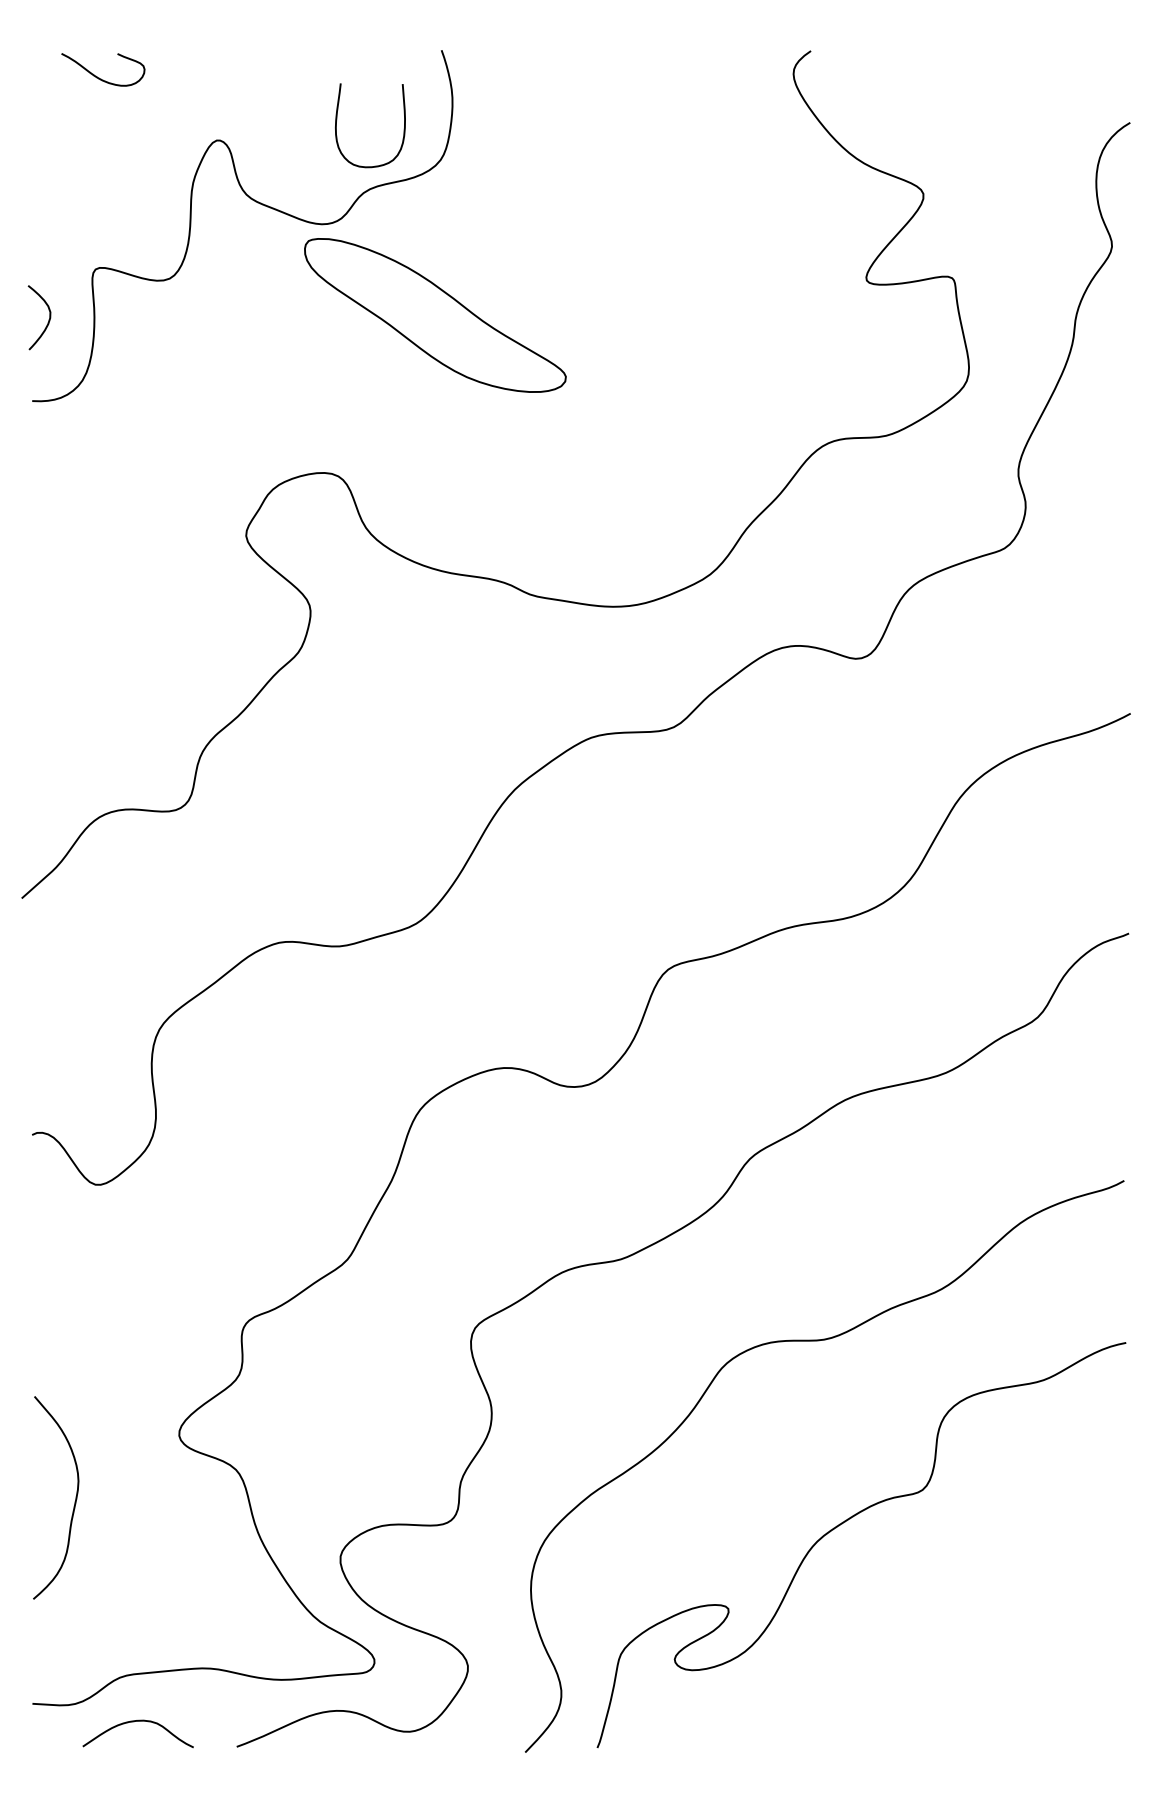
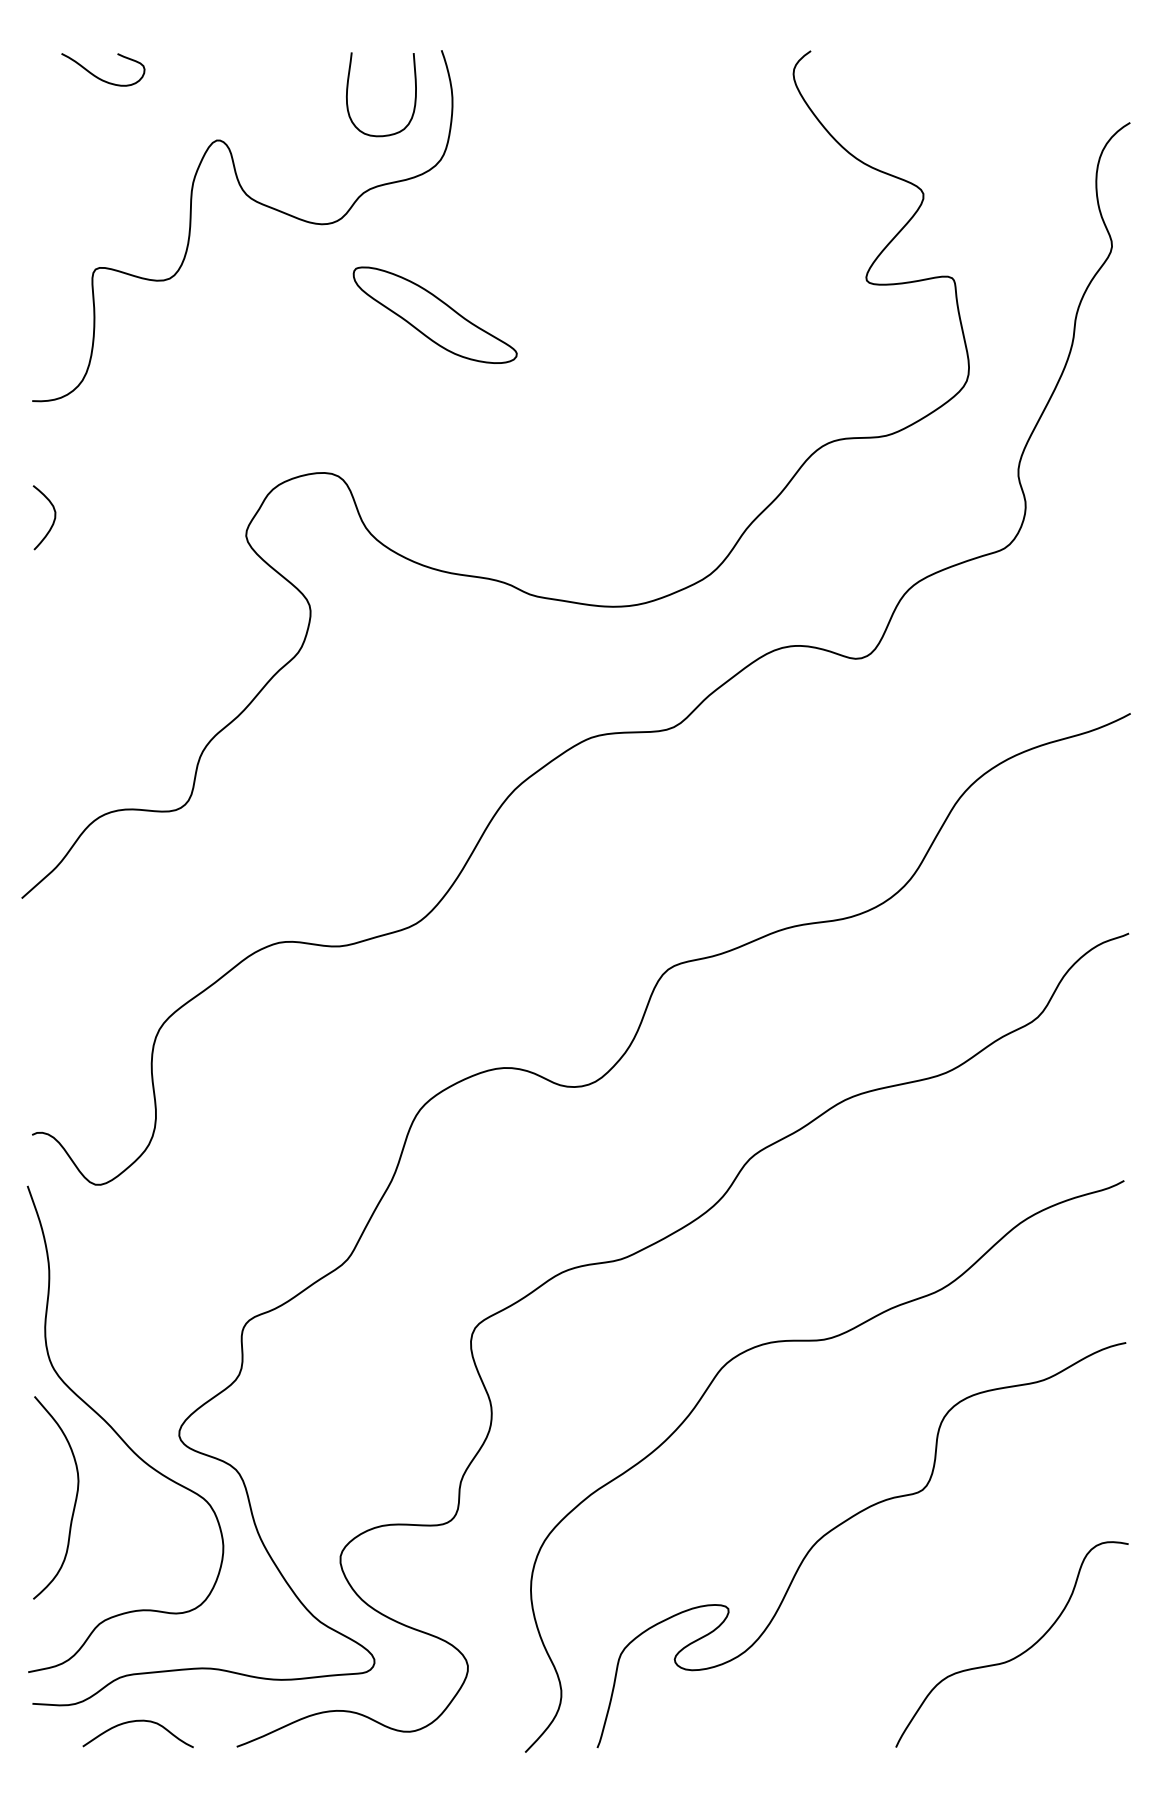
curve at (403, 129) position: (403, 129) -> (414, 98)
part at (435, 315) size: 263x155 px -> 166x98 px
curve at (48, 319) position: (48, 319) -> (53, 519)
curve at (118, 1433): none -> present
curve at (1018, 1654): none -> present
